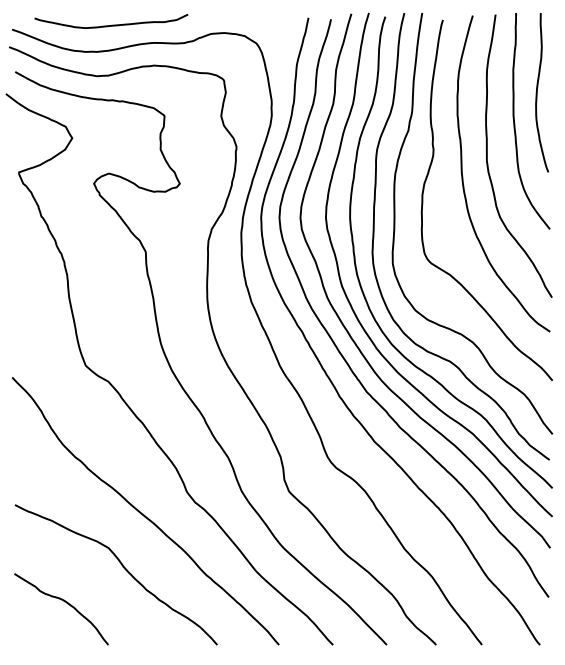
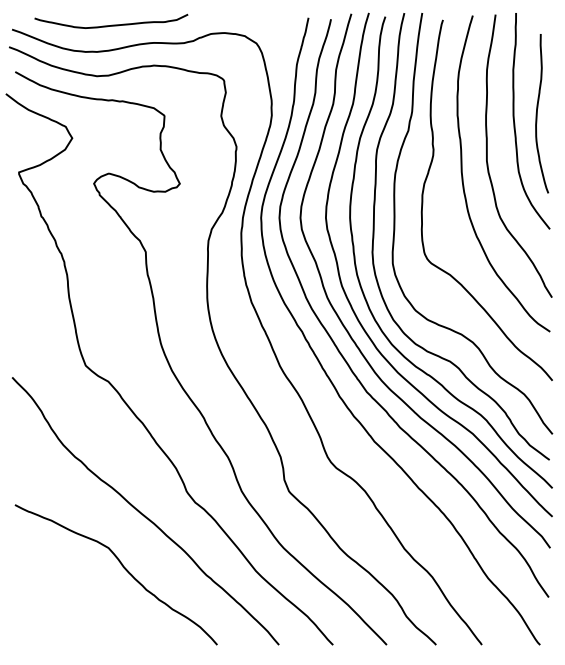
curve at (537, 92) position: (537, 92) -> (537, 113)
curve at (64, 602): present -> none
